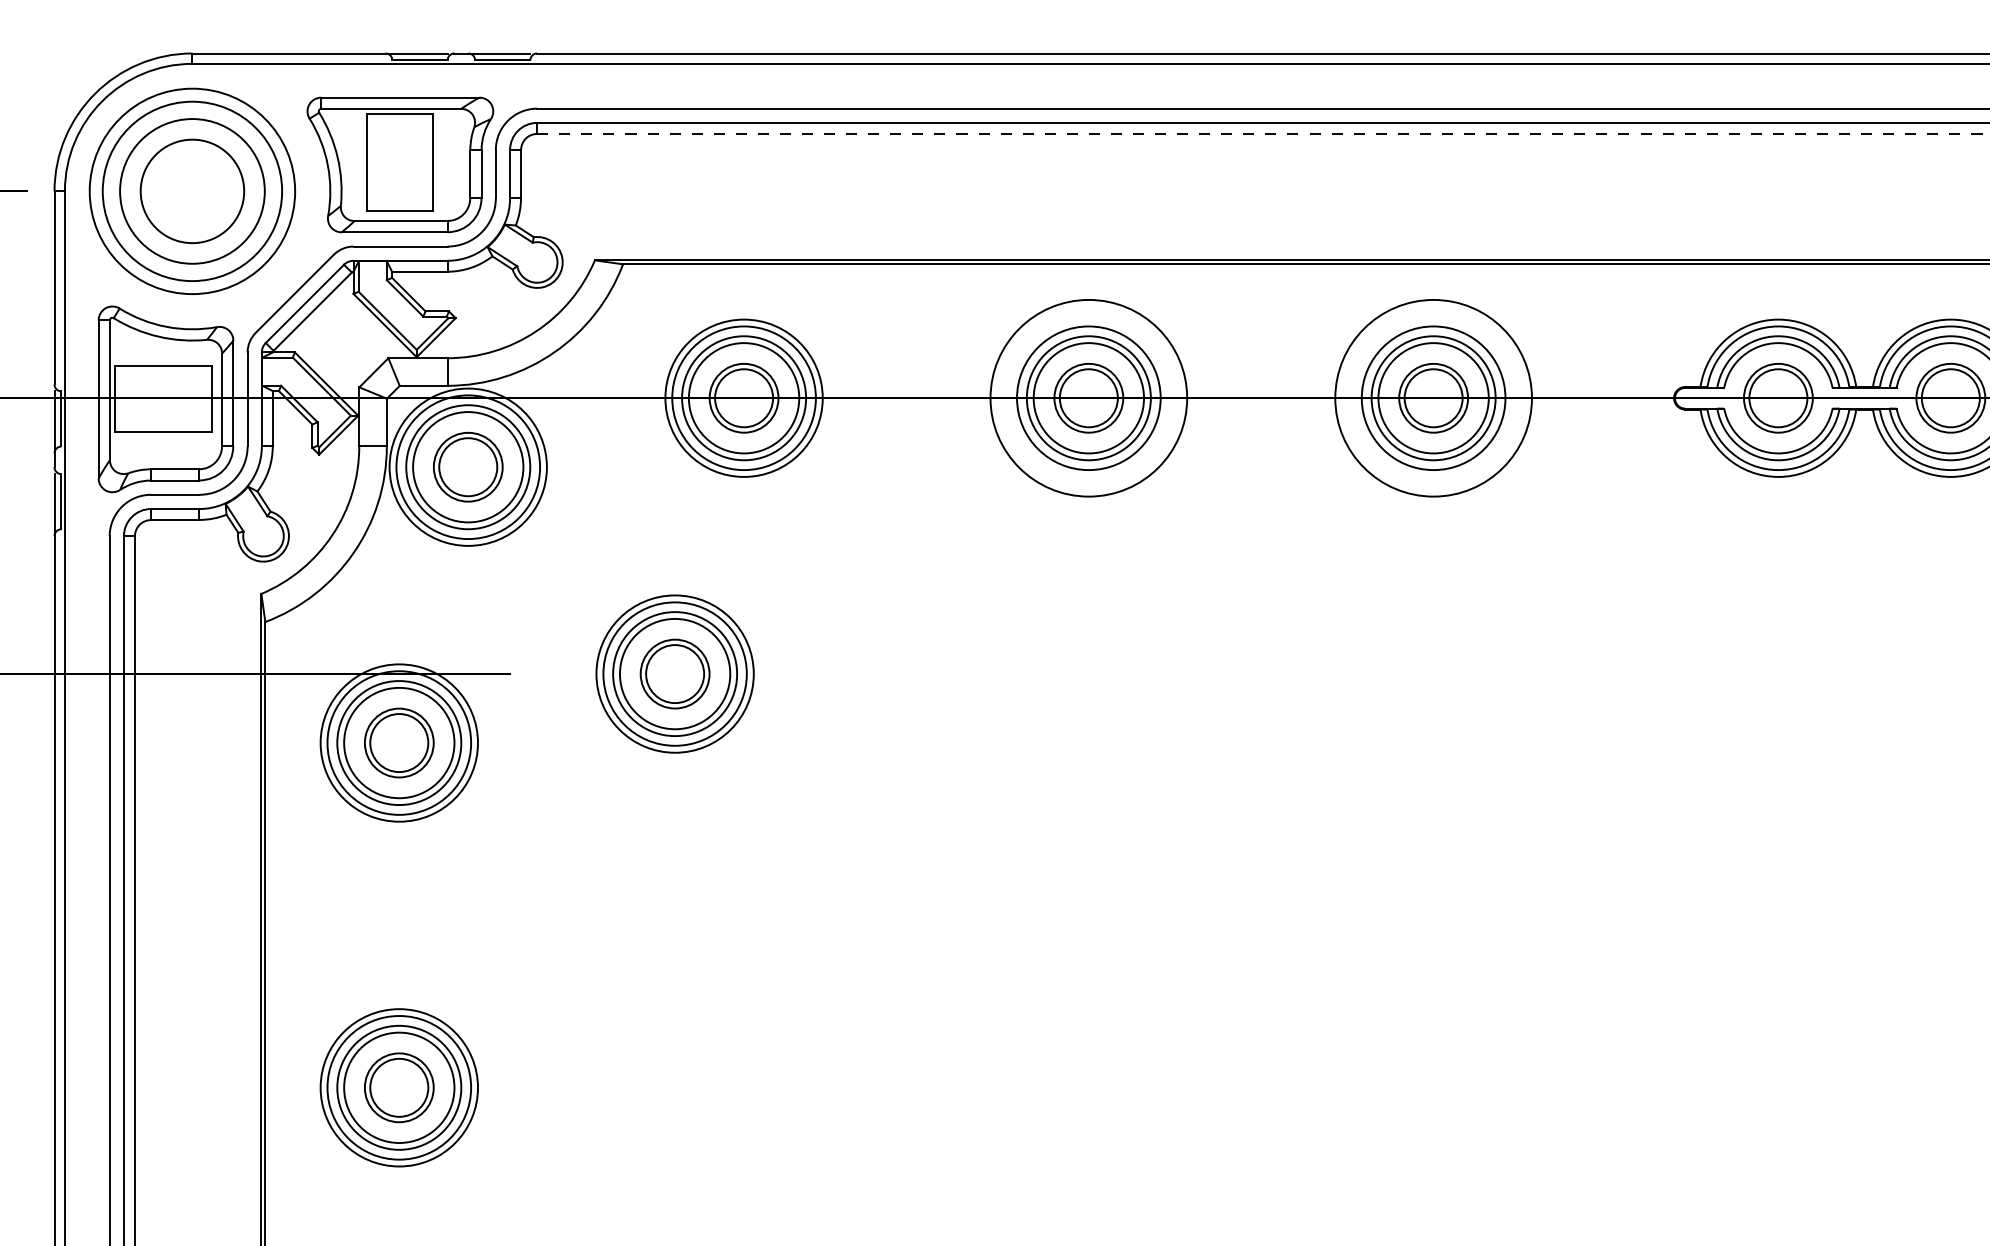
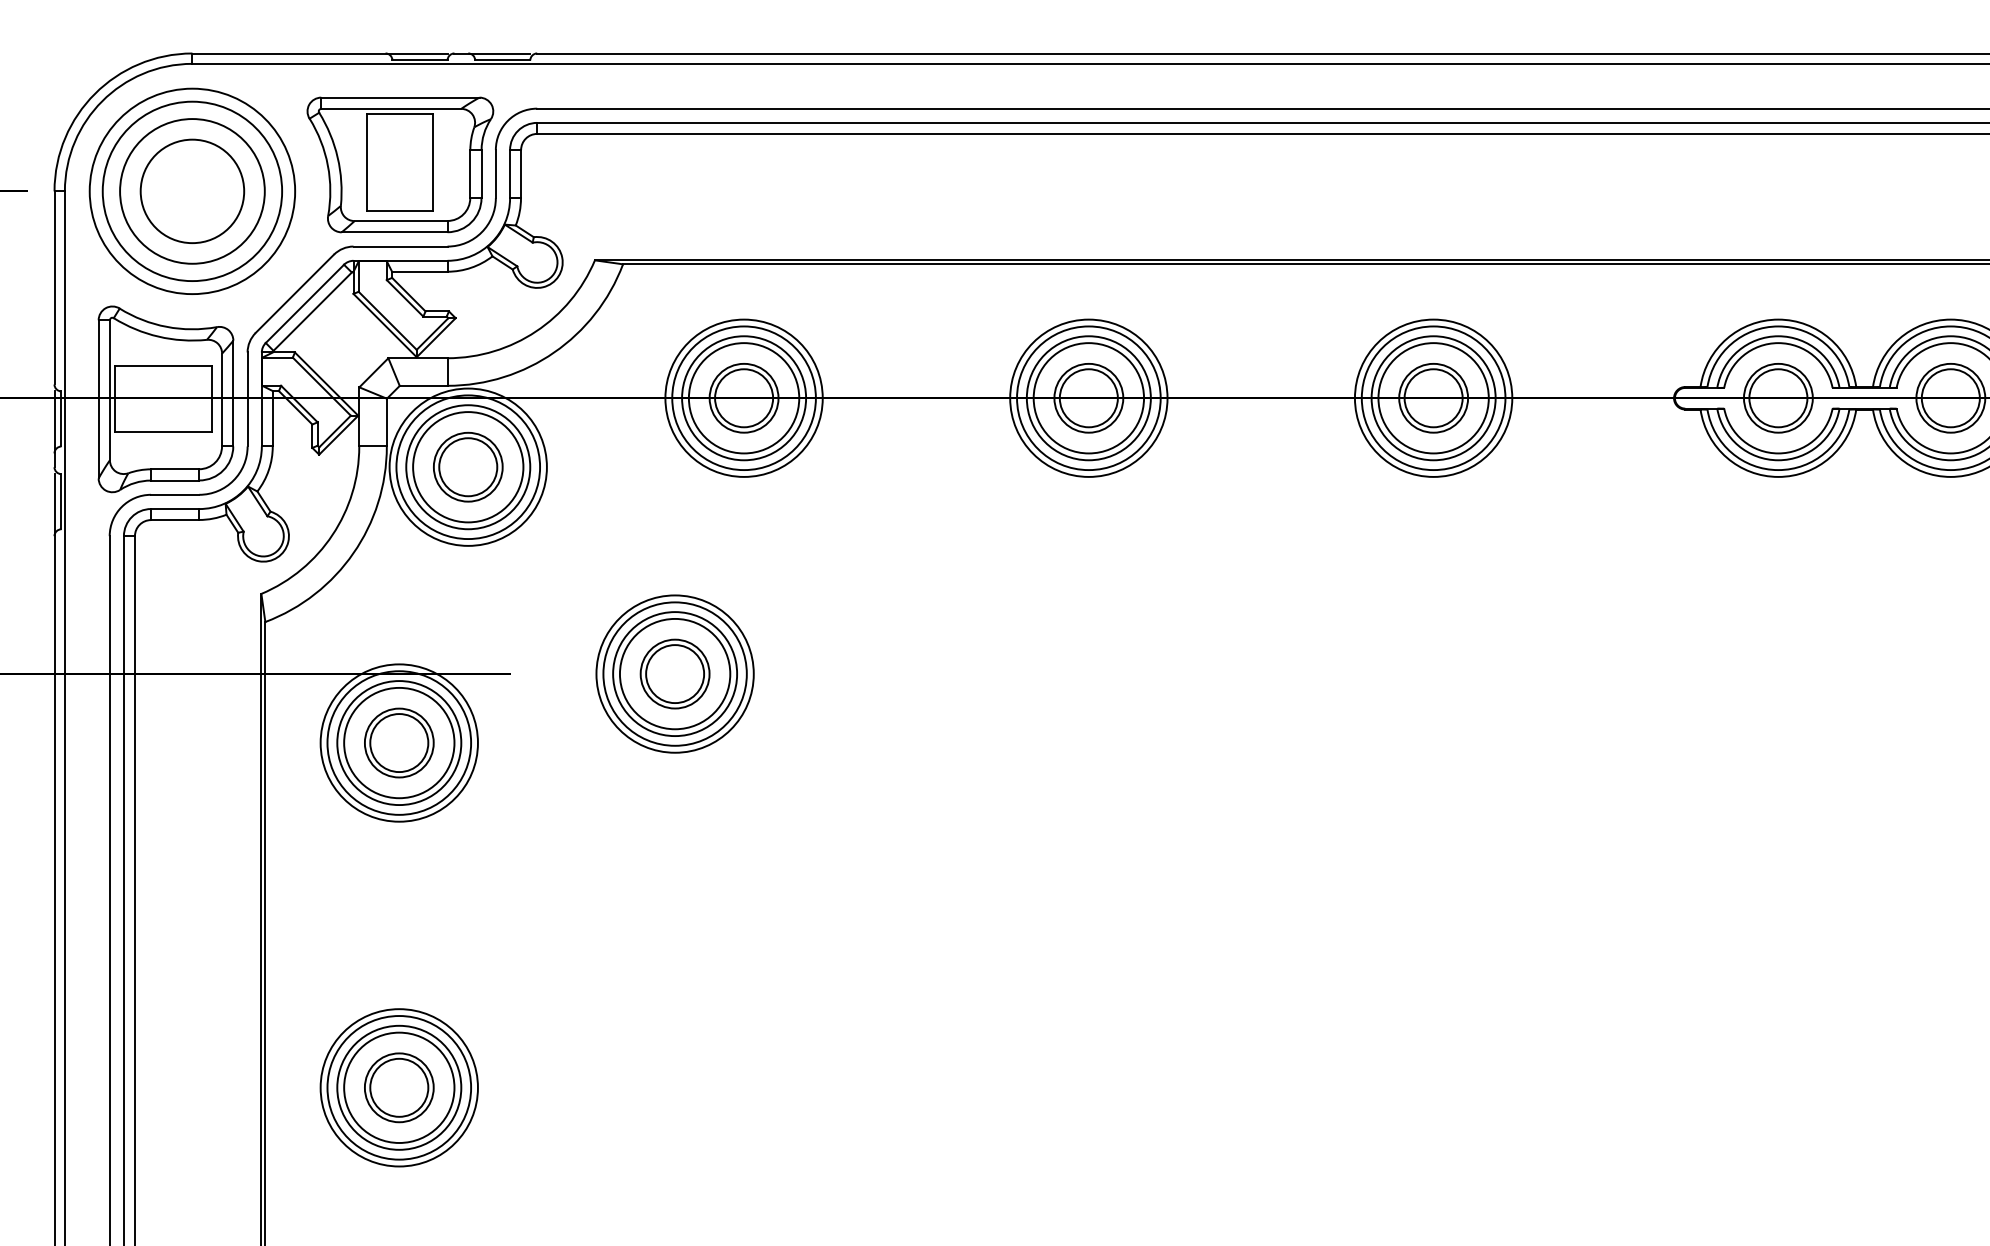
line at (1263, 133): dashed -> solid
circle at (1088, 397) diameter: 197 px -> 157 px
circle at (1433, 397) diameter: 197 px -> 157 px
